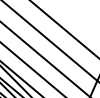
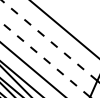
line at (49, 40): solid -> dashed
line at (45, 59): solid -> dashed
